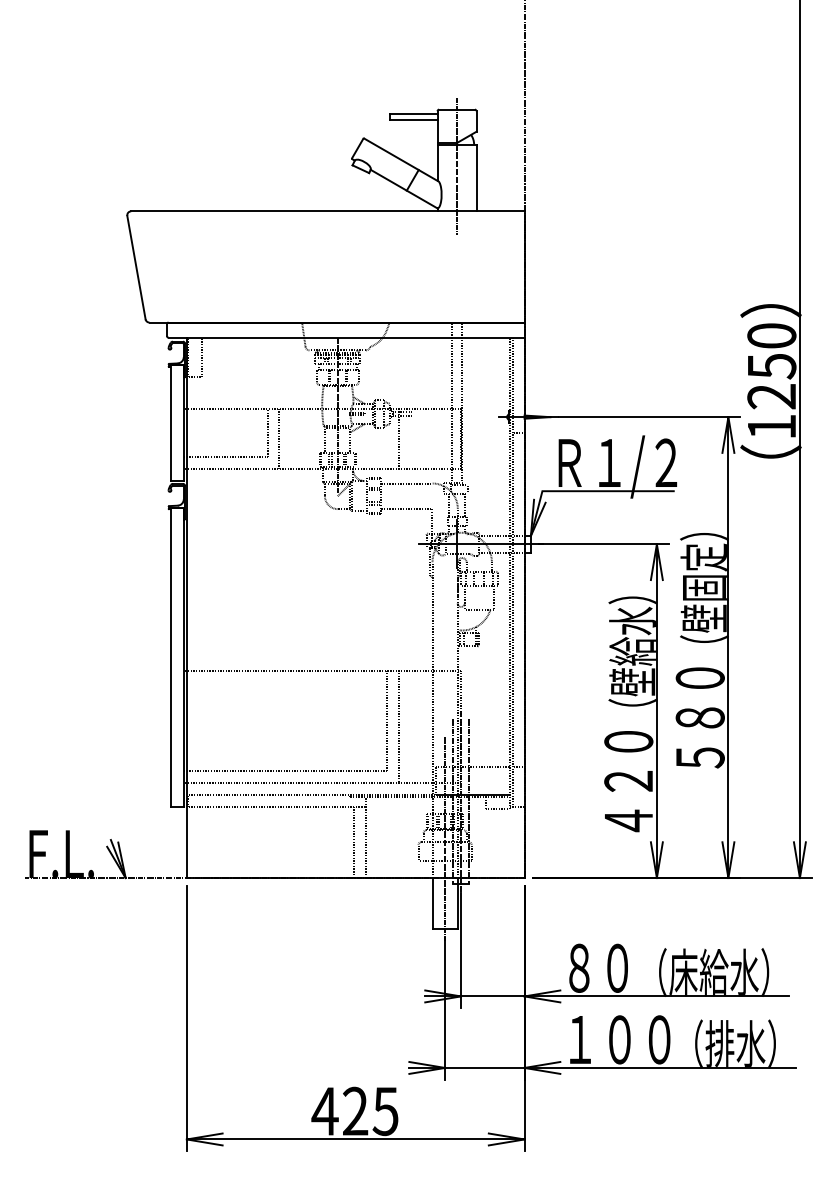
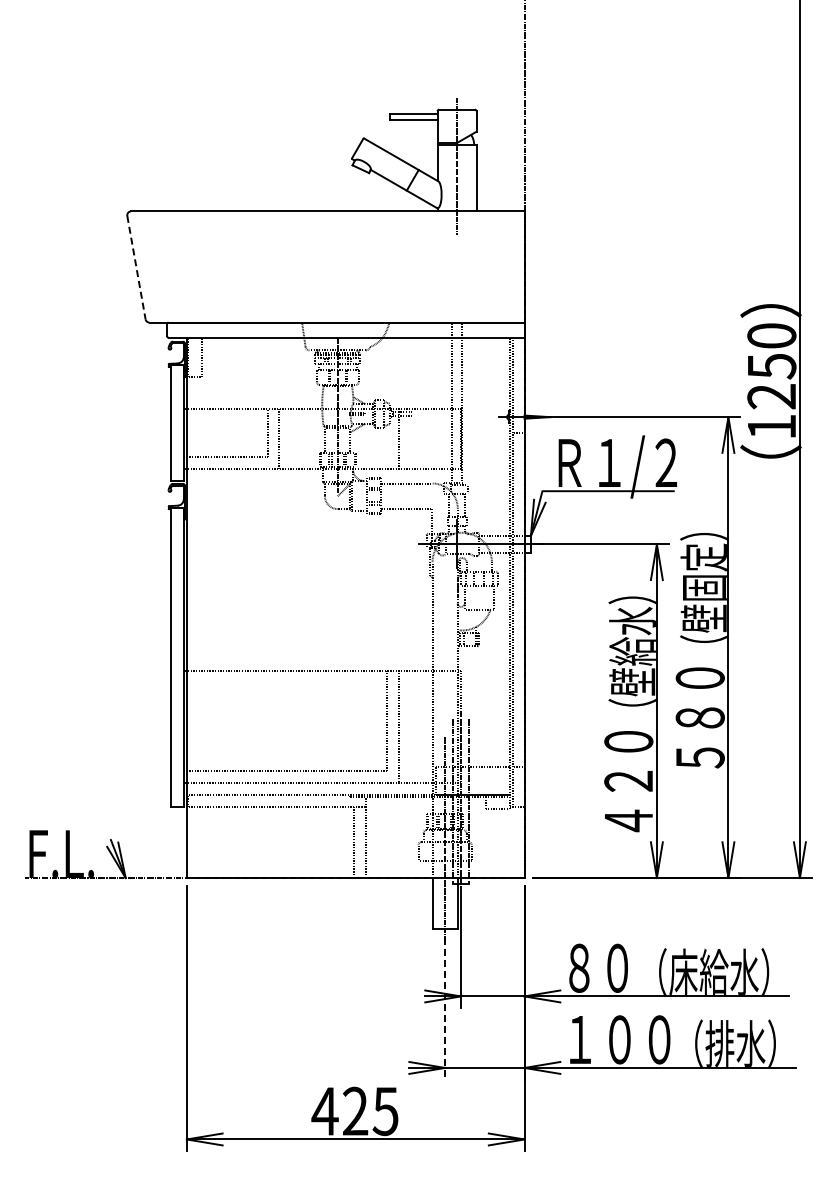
line at (136, 268): solid -> dashed
line at (445, 1009): solid -> dashed
